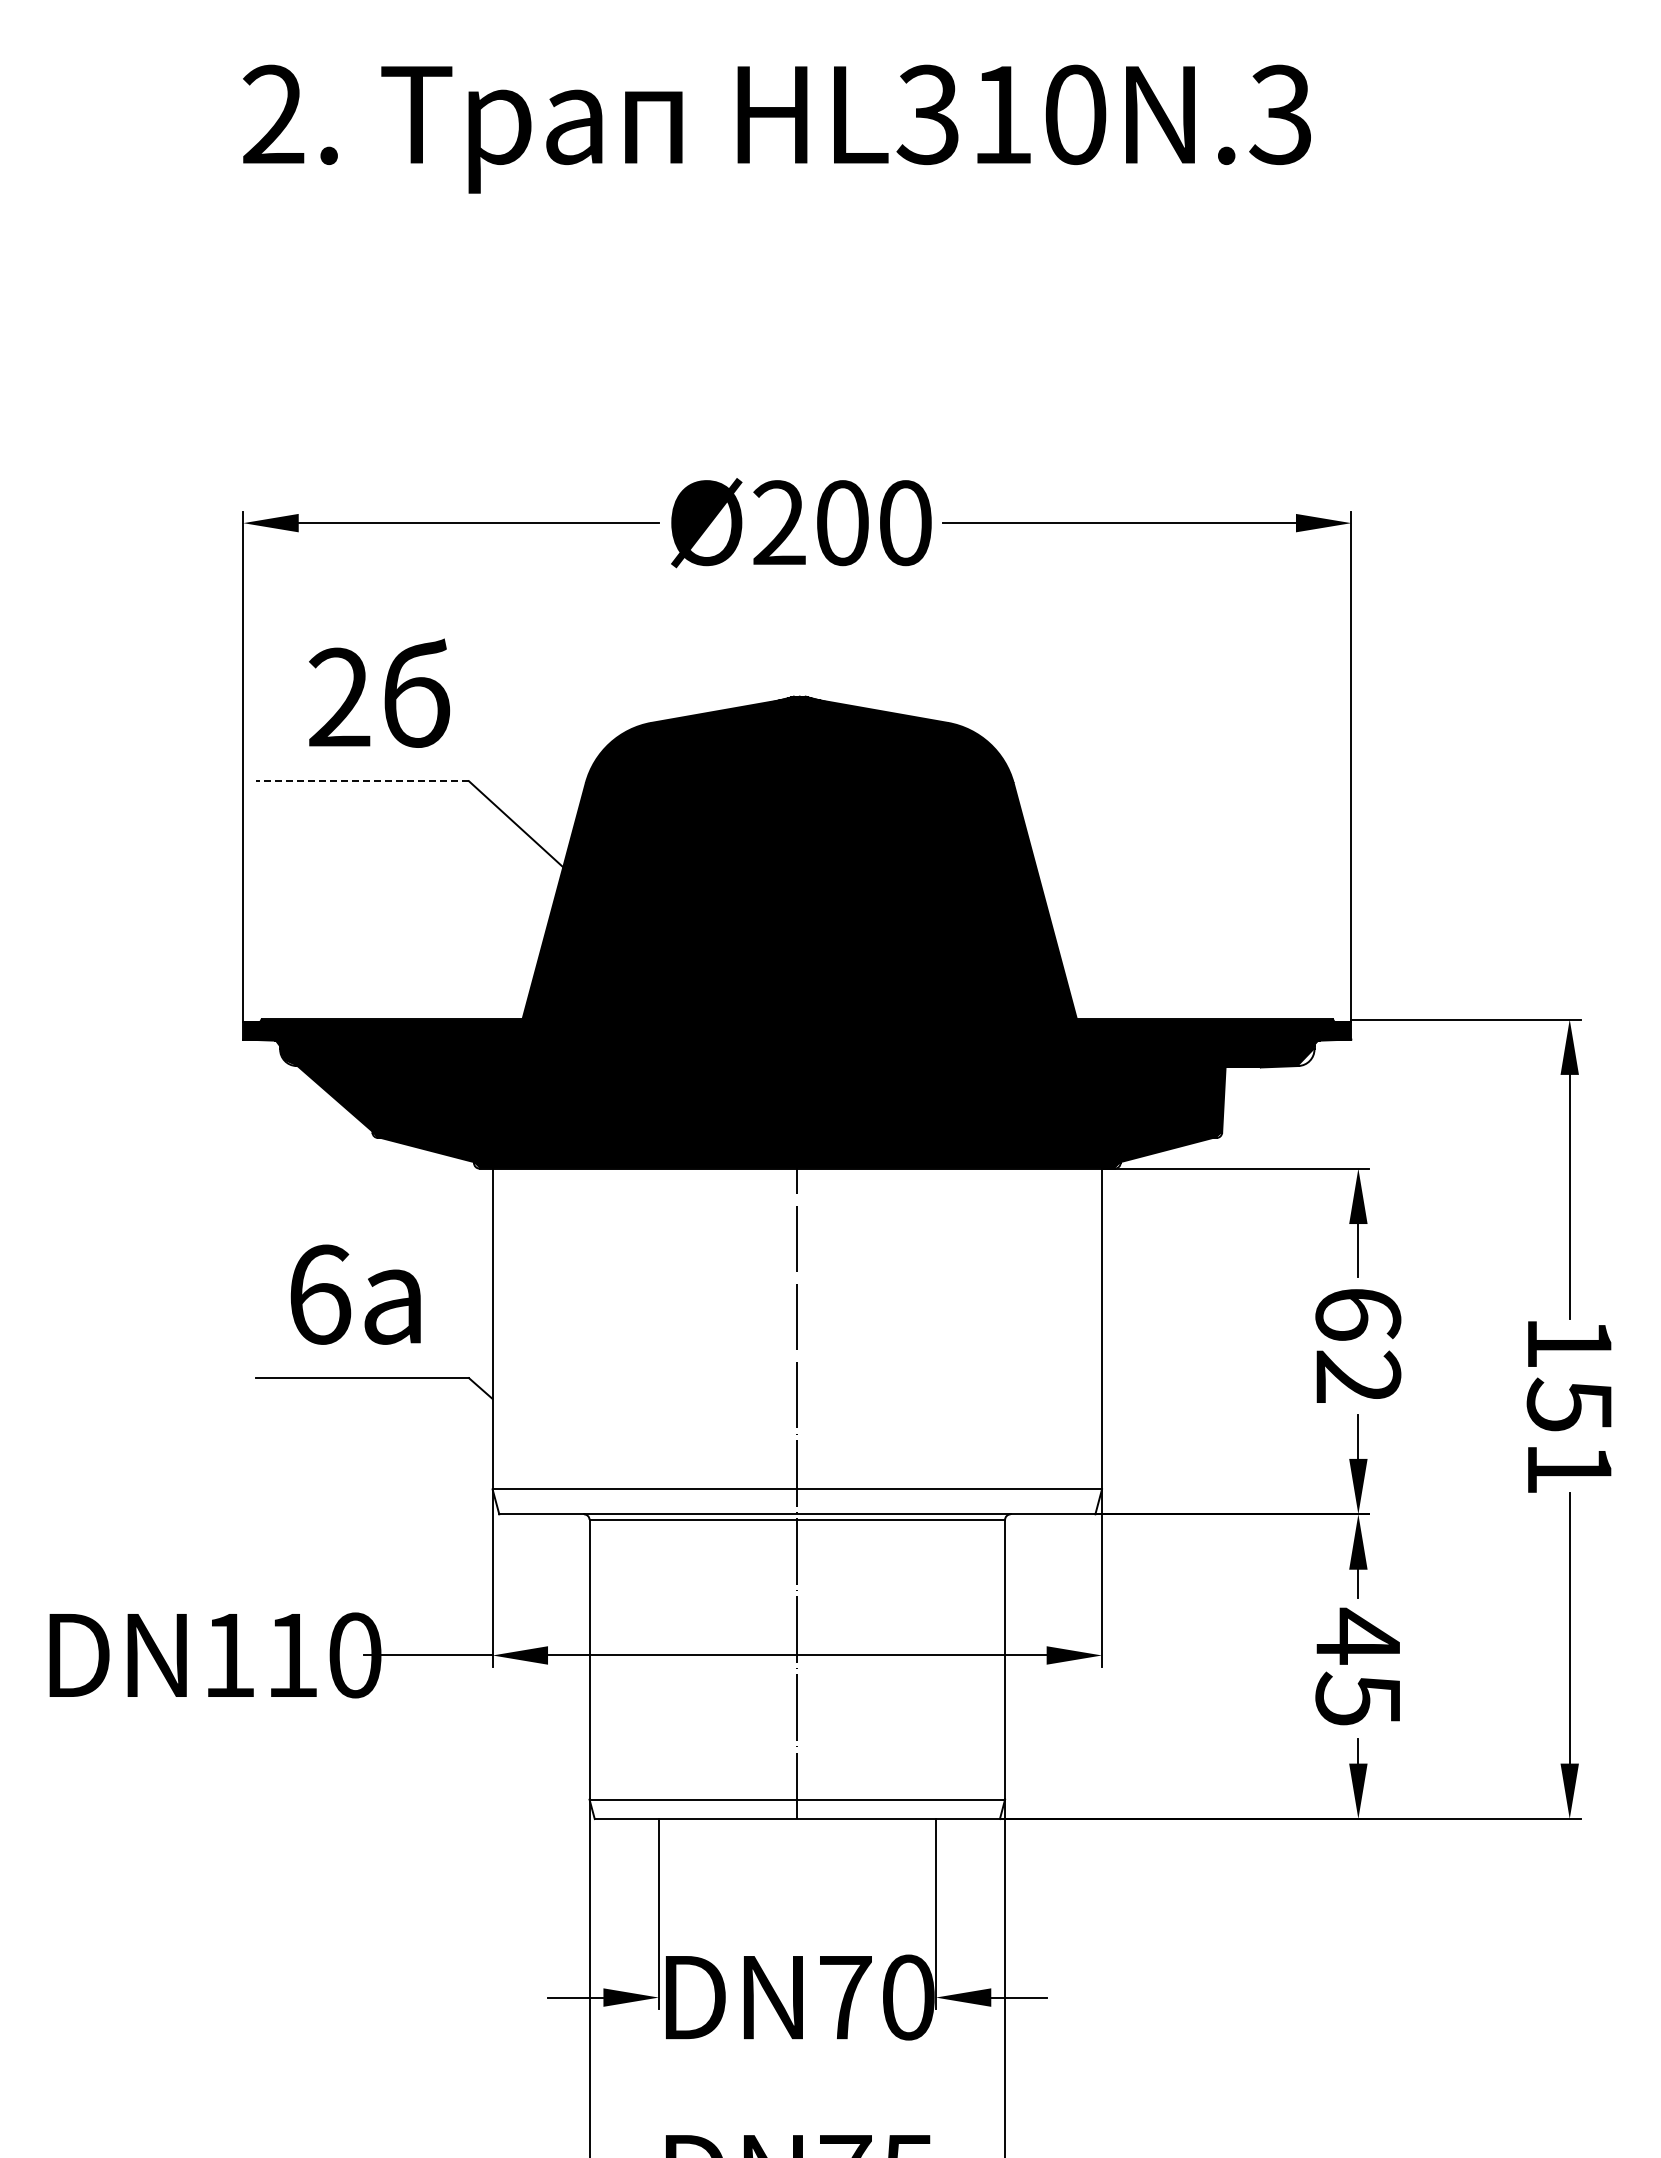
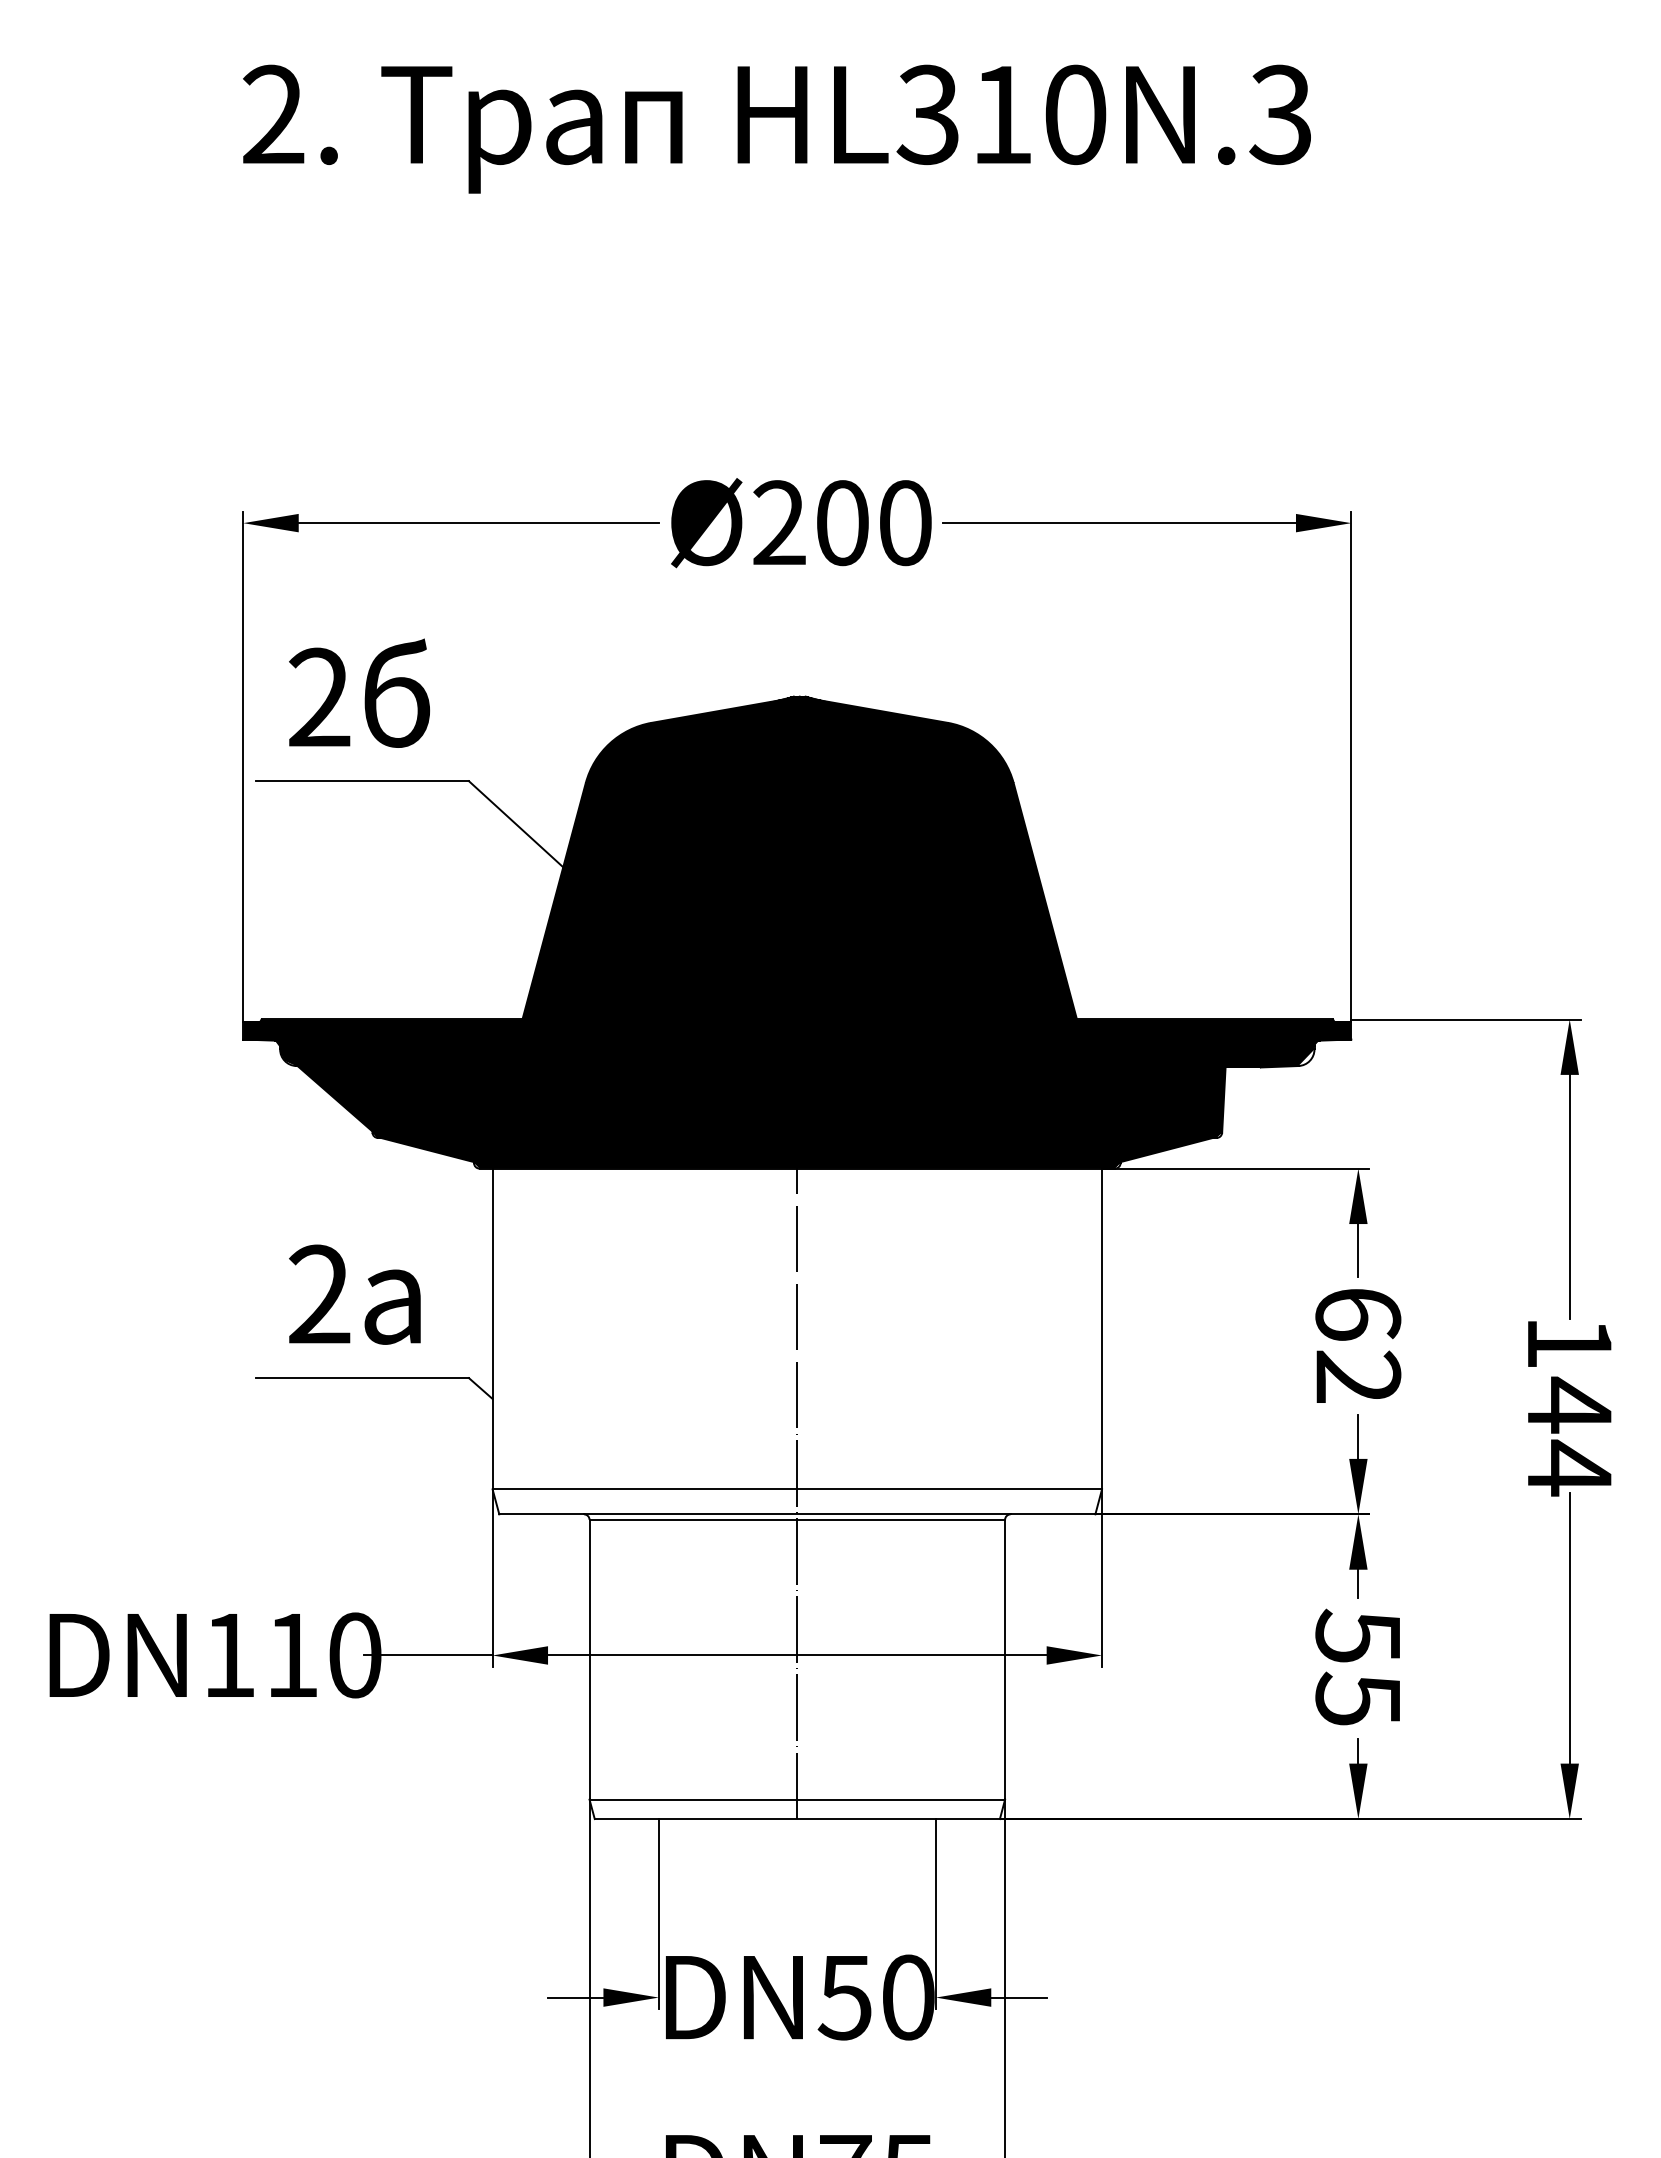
text at (379, 692) position: (379, 692) -> (359, 692)
line at (362, 781): dashed -> solid
text at (320, 1294): 6 -> 2
text at (1568, 1436): 151 -> 144
text at (1357, 1635): 45 -> 55
text at (844, 1998): DN70 -> DN50
